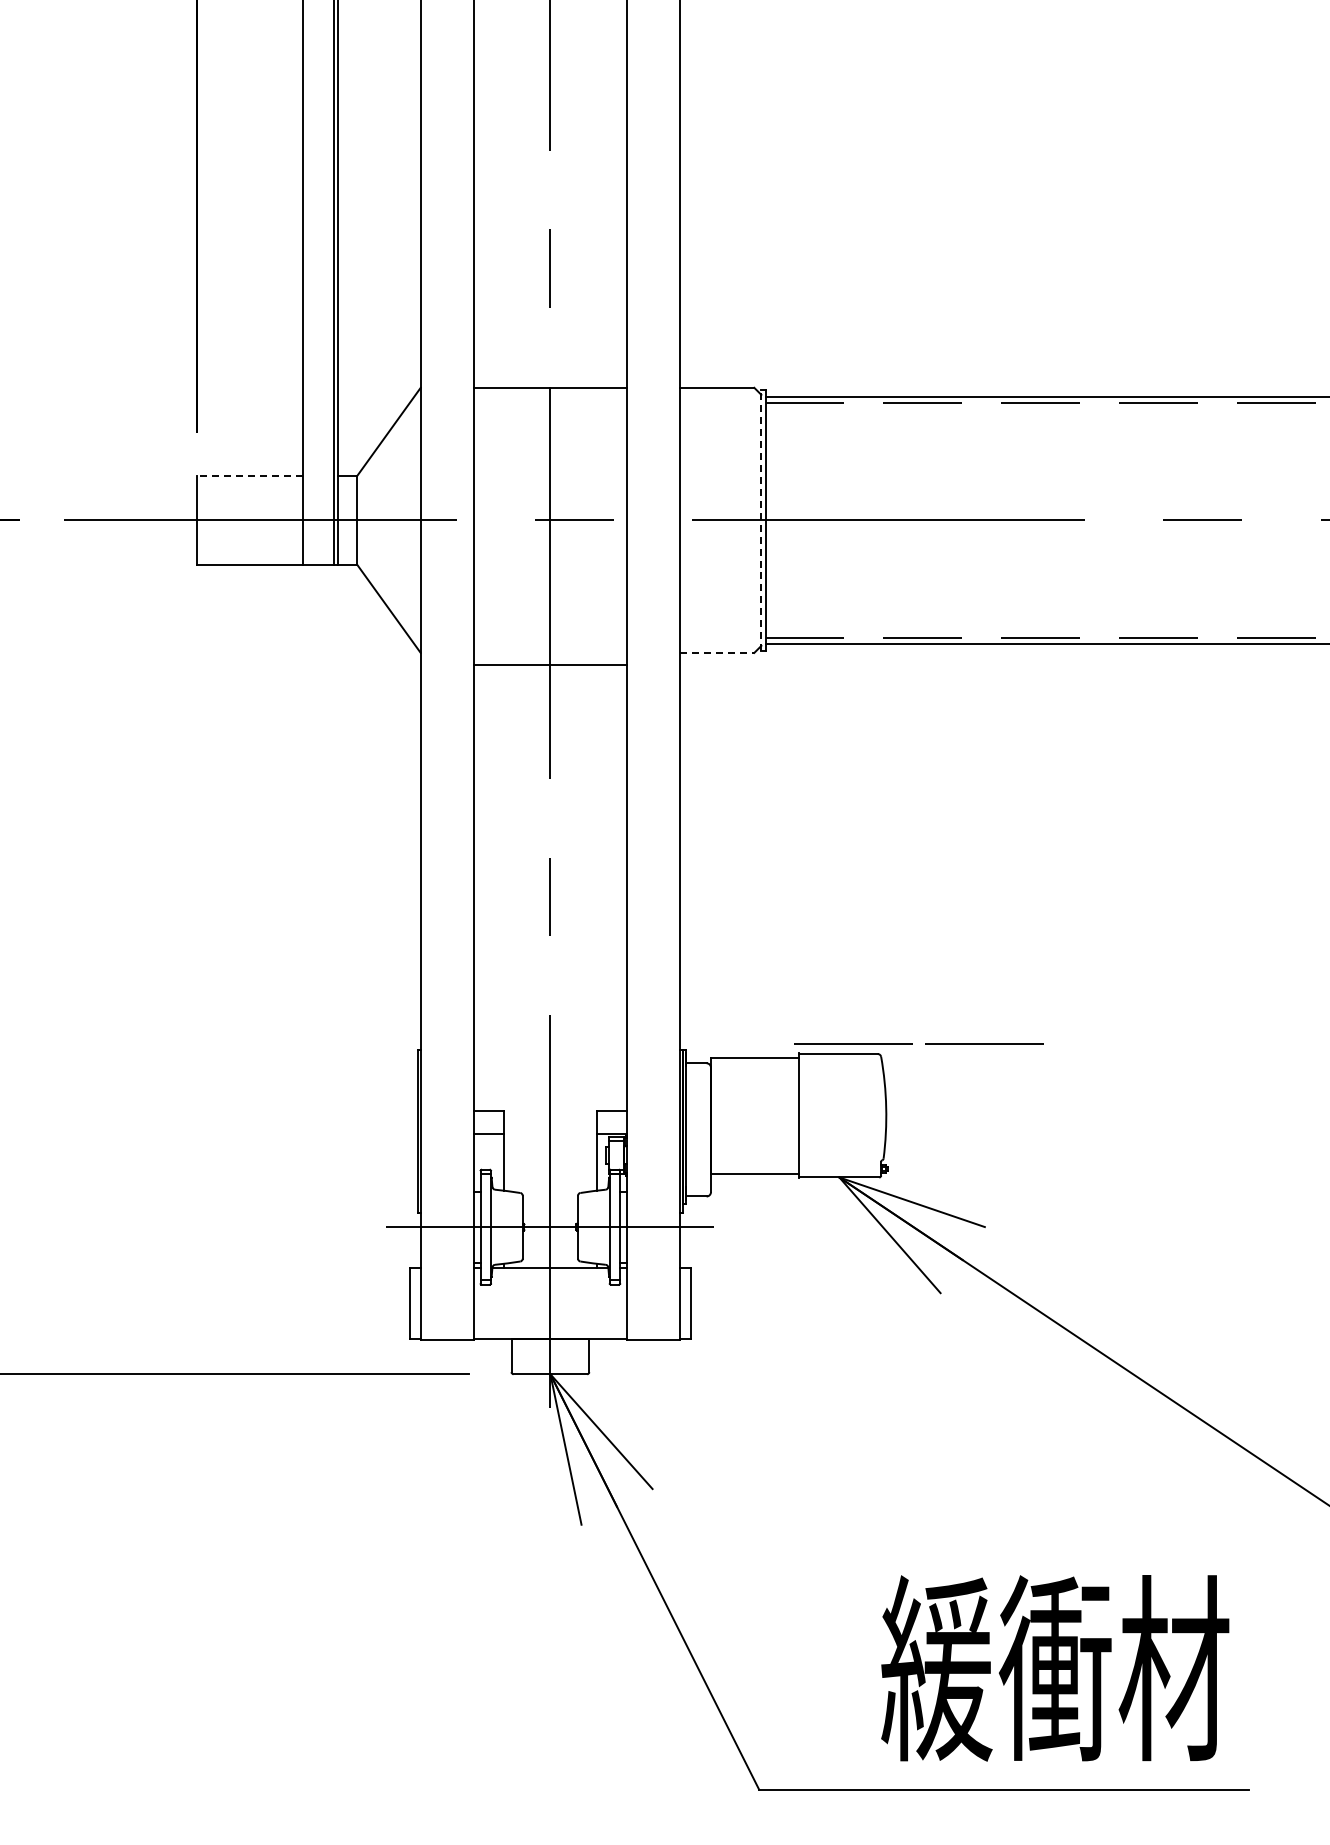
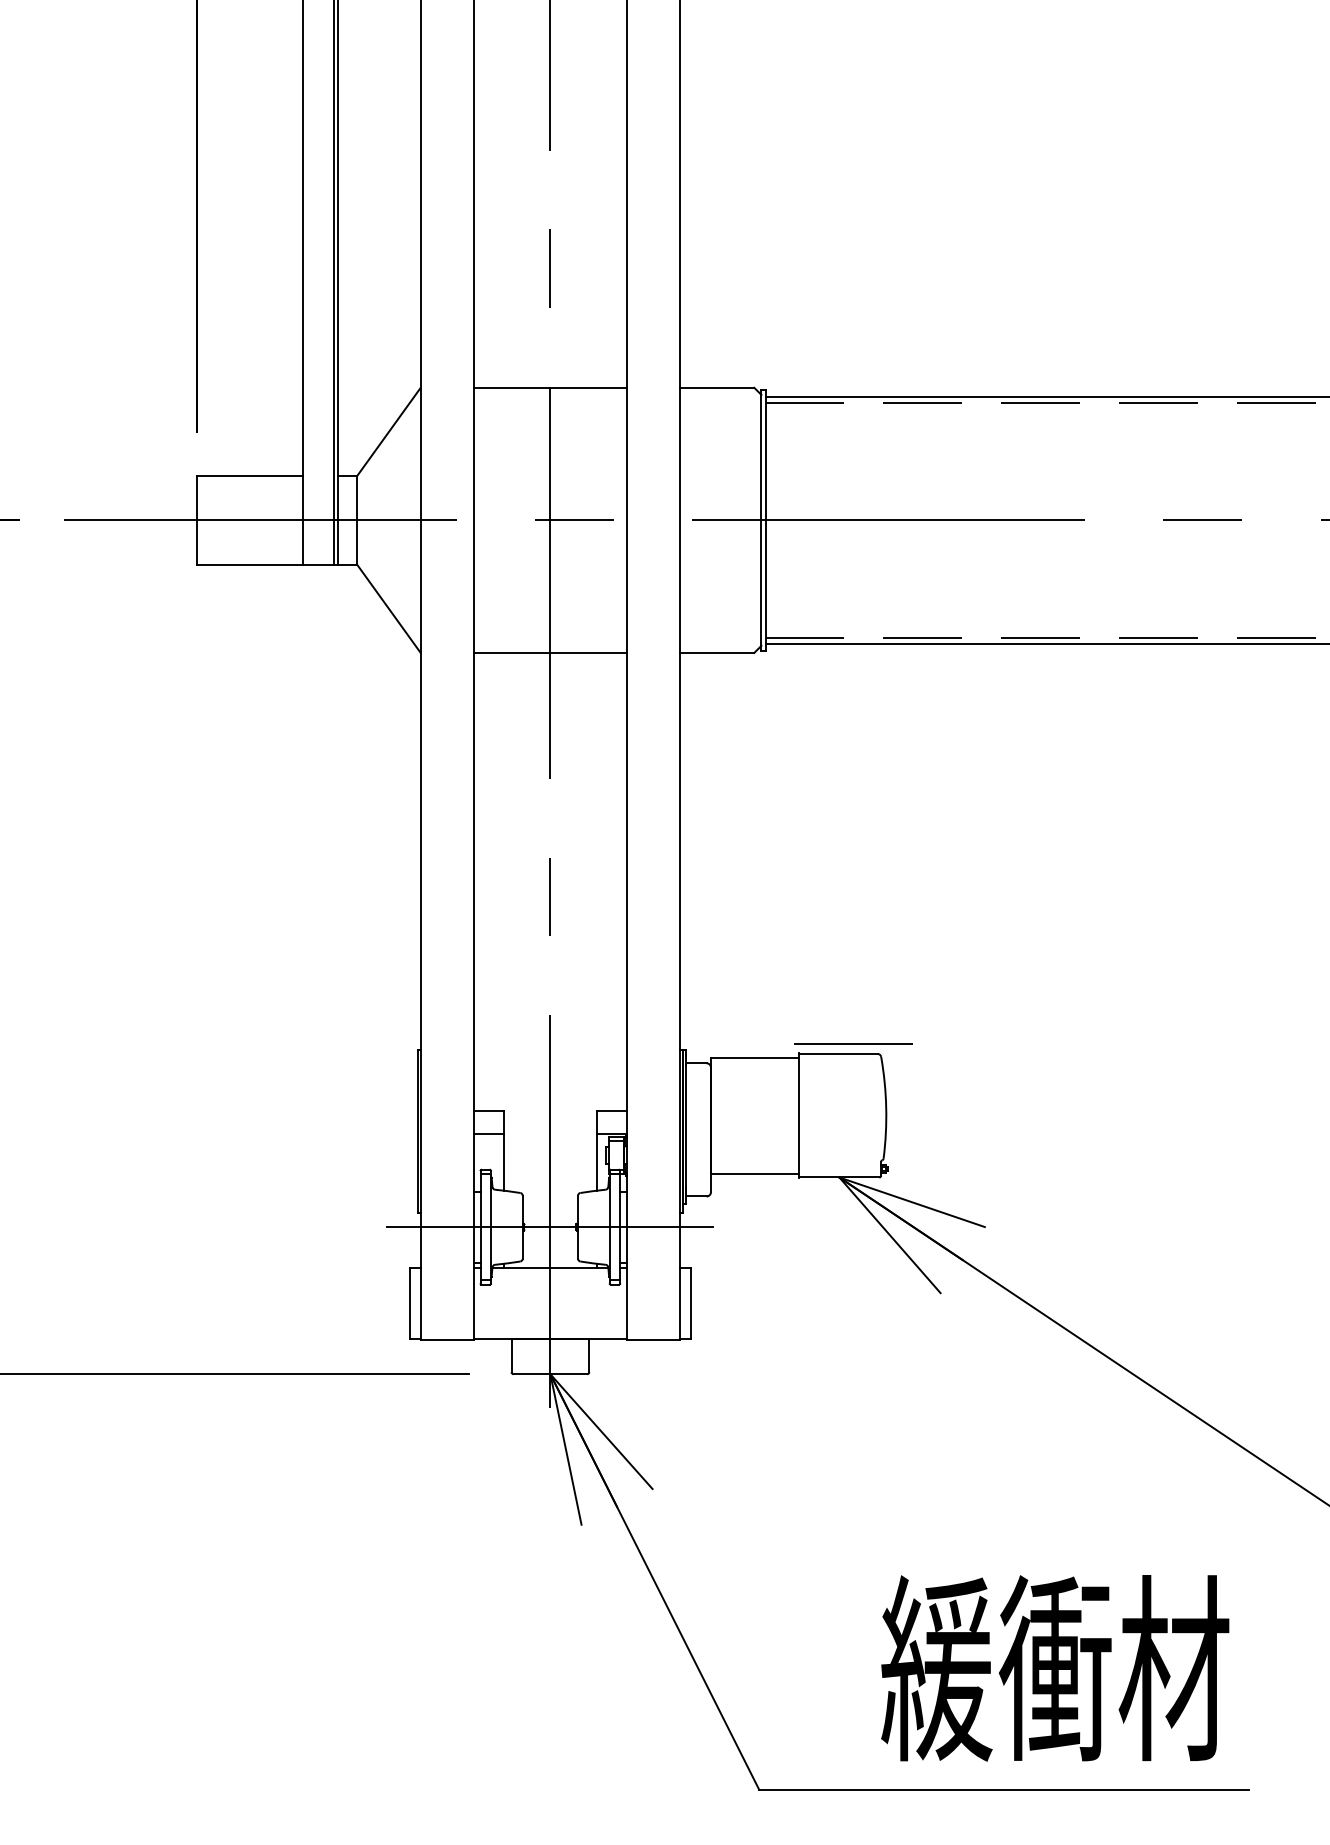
line at (249, 476): dashed -> solid
line at (761, 520): dashed -> solid
line at (717, 652): dashed -> solid
line at (550, 664) position: (550, 664) -> (550, 652)
line at (984, 1043): present -> none
